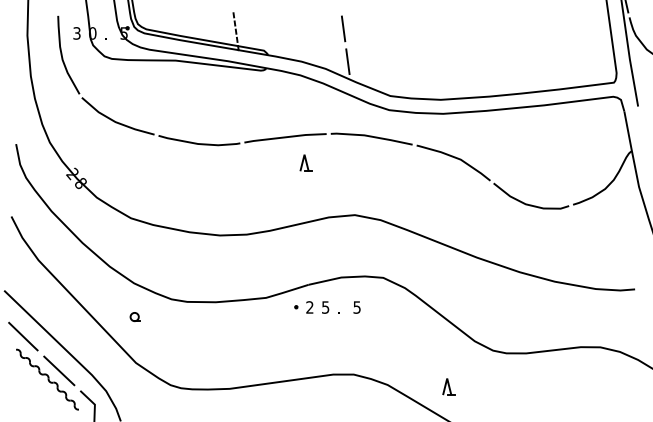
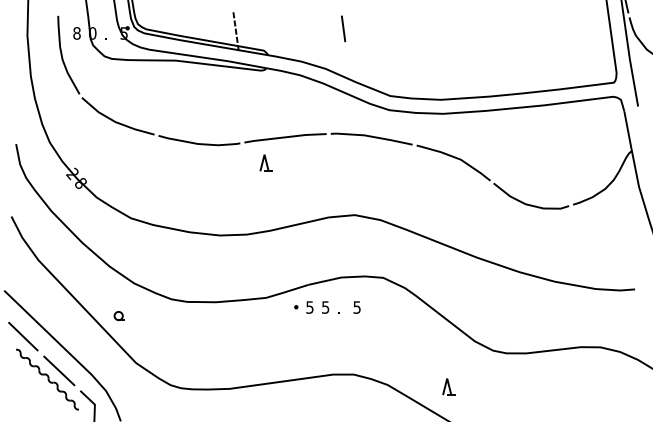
text at (76, 33): 3 -> 8
line at (347, 61): present -> none
part at (305, 162) position: (305, 162) -> (265, 162)
text at (309, 307): 2 -> 5
part at (134, 316) position: (134, 316) -> (118, 315)
